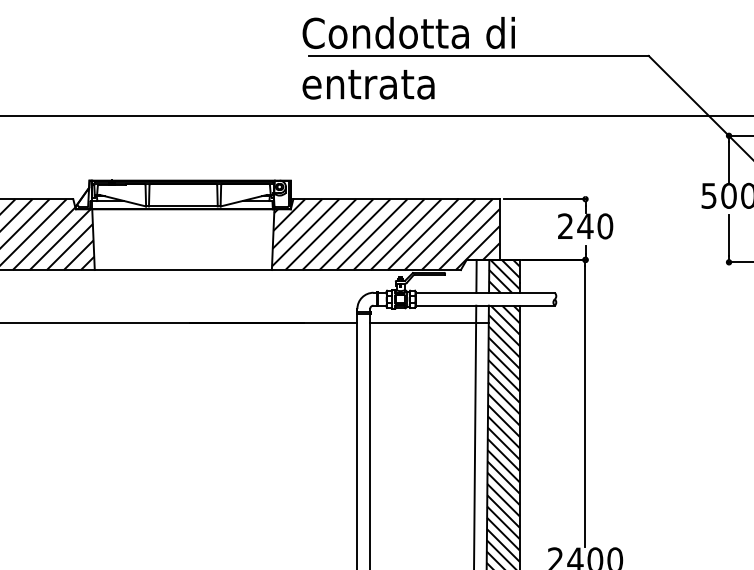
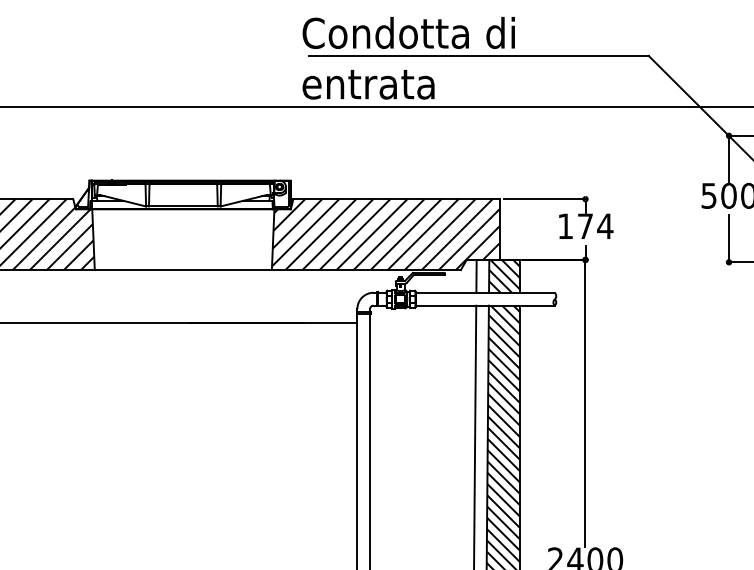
line at (376, 115) position: (376, 115) -> (376, 106)
text at (585, 226): 240 -> 174
line at (429, 323): present -> none
